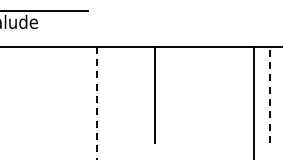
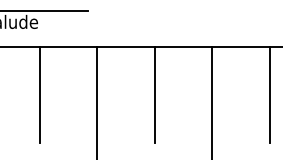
line at (39, 94): none -> present
line at (269, 95): dashed -> solid
line at (254, 101) position: (254, 101) -> (212, 101)
line at (97, 102): dashed -> solid
